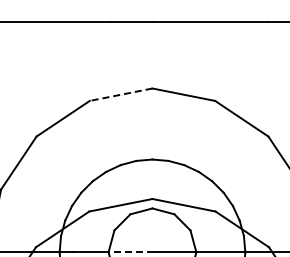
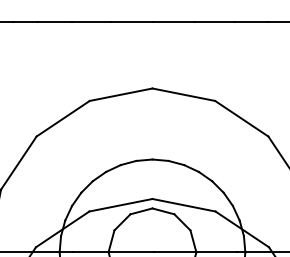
line at (121, 94): dashed -> solid
line at (131, 252): dashed -> solid
